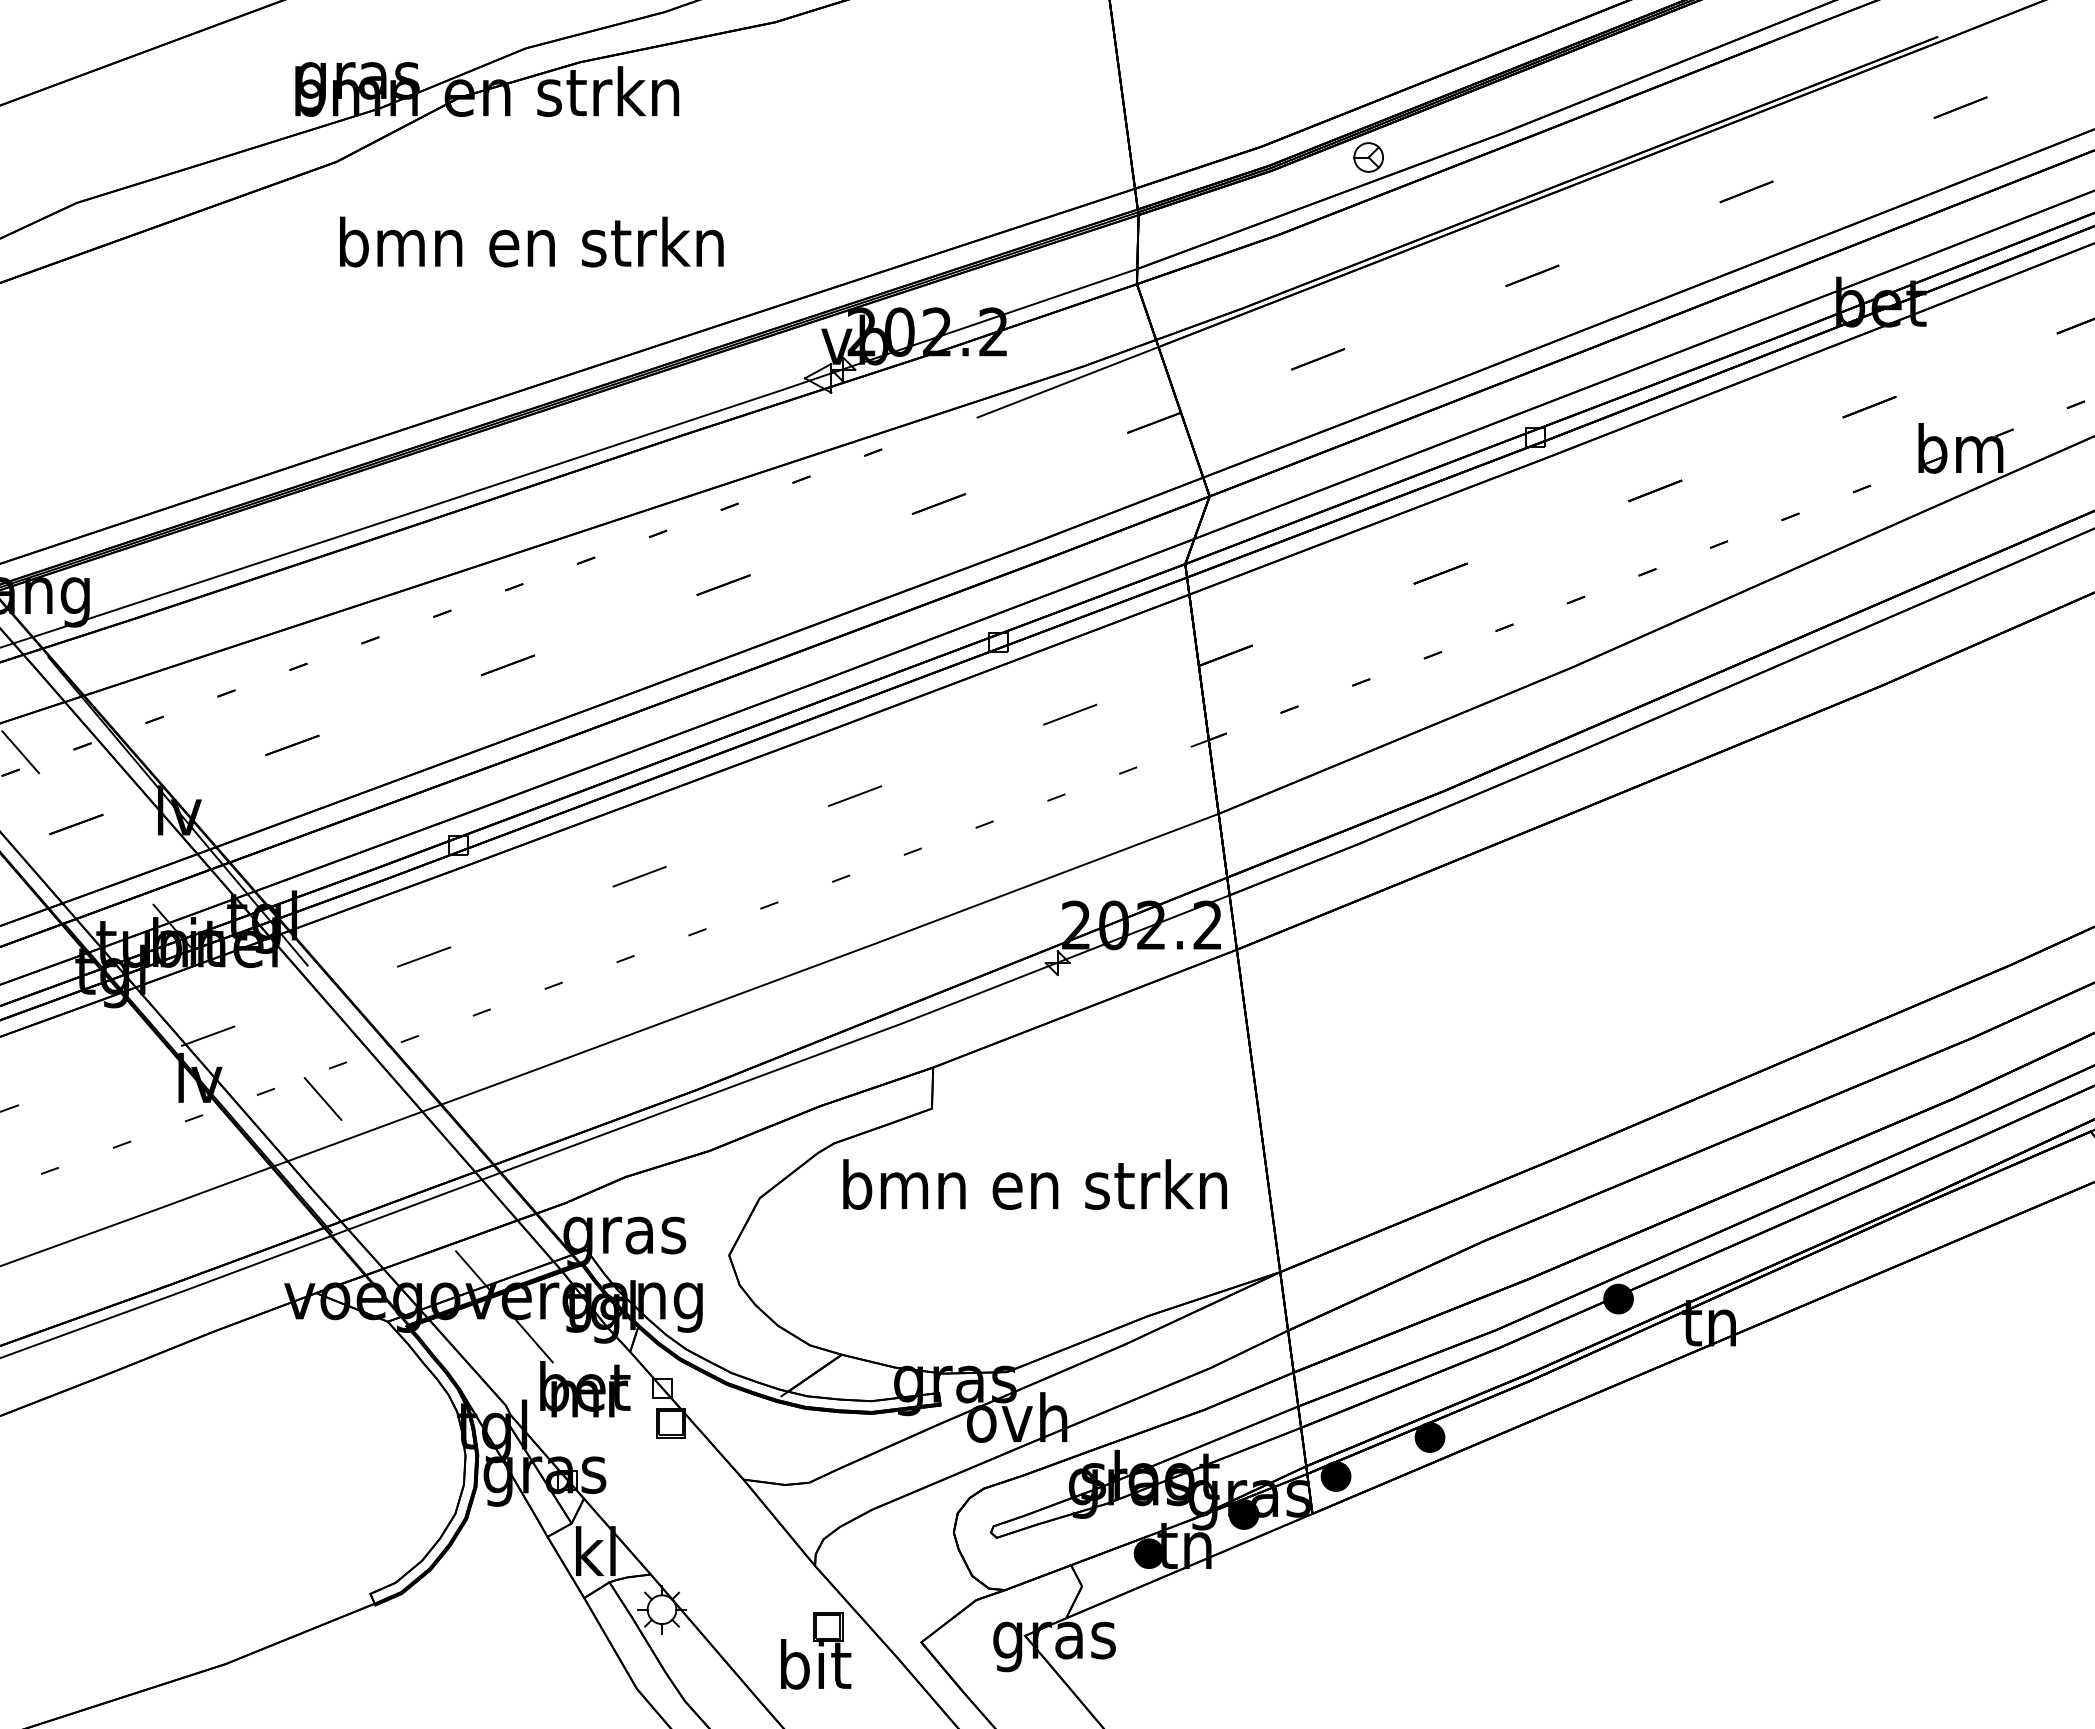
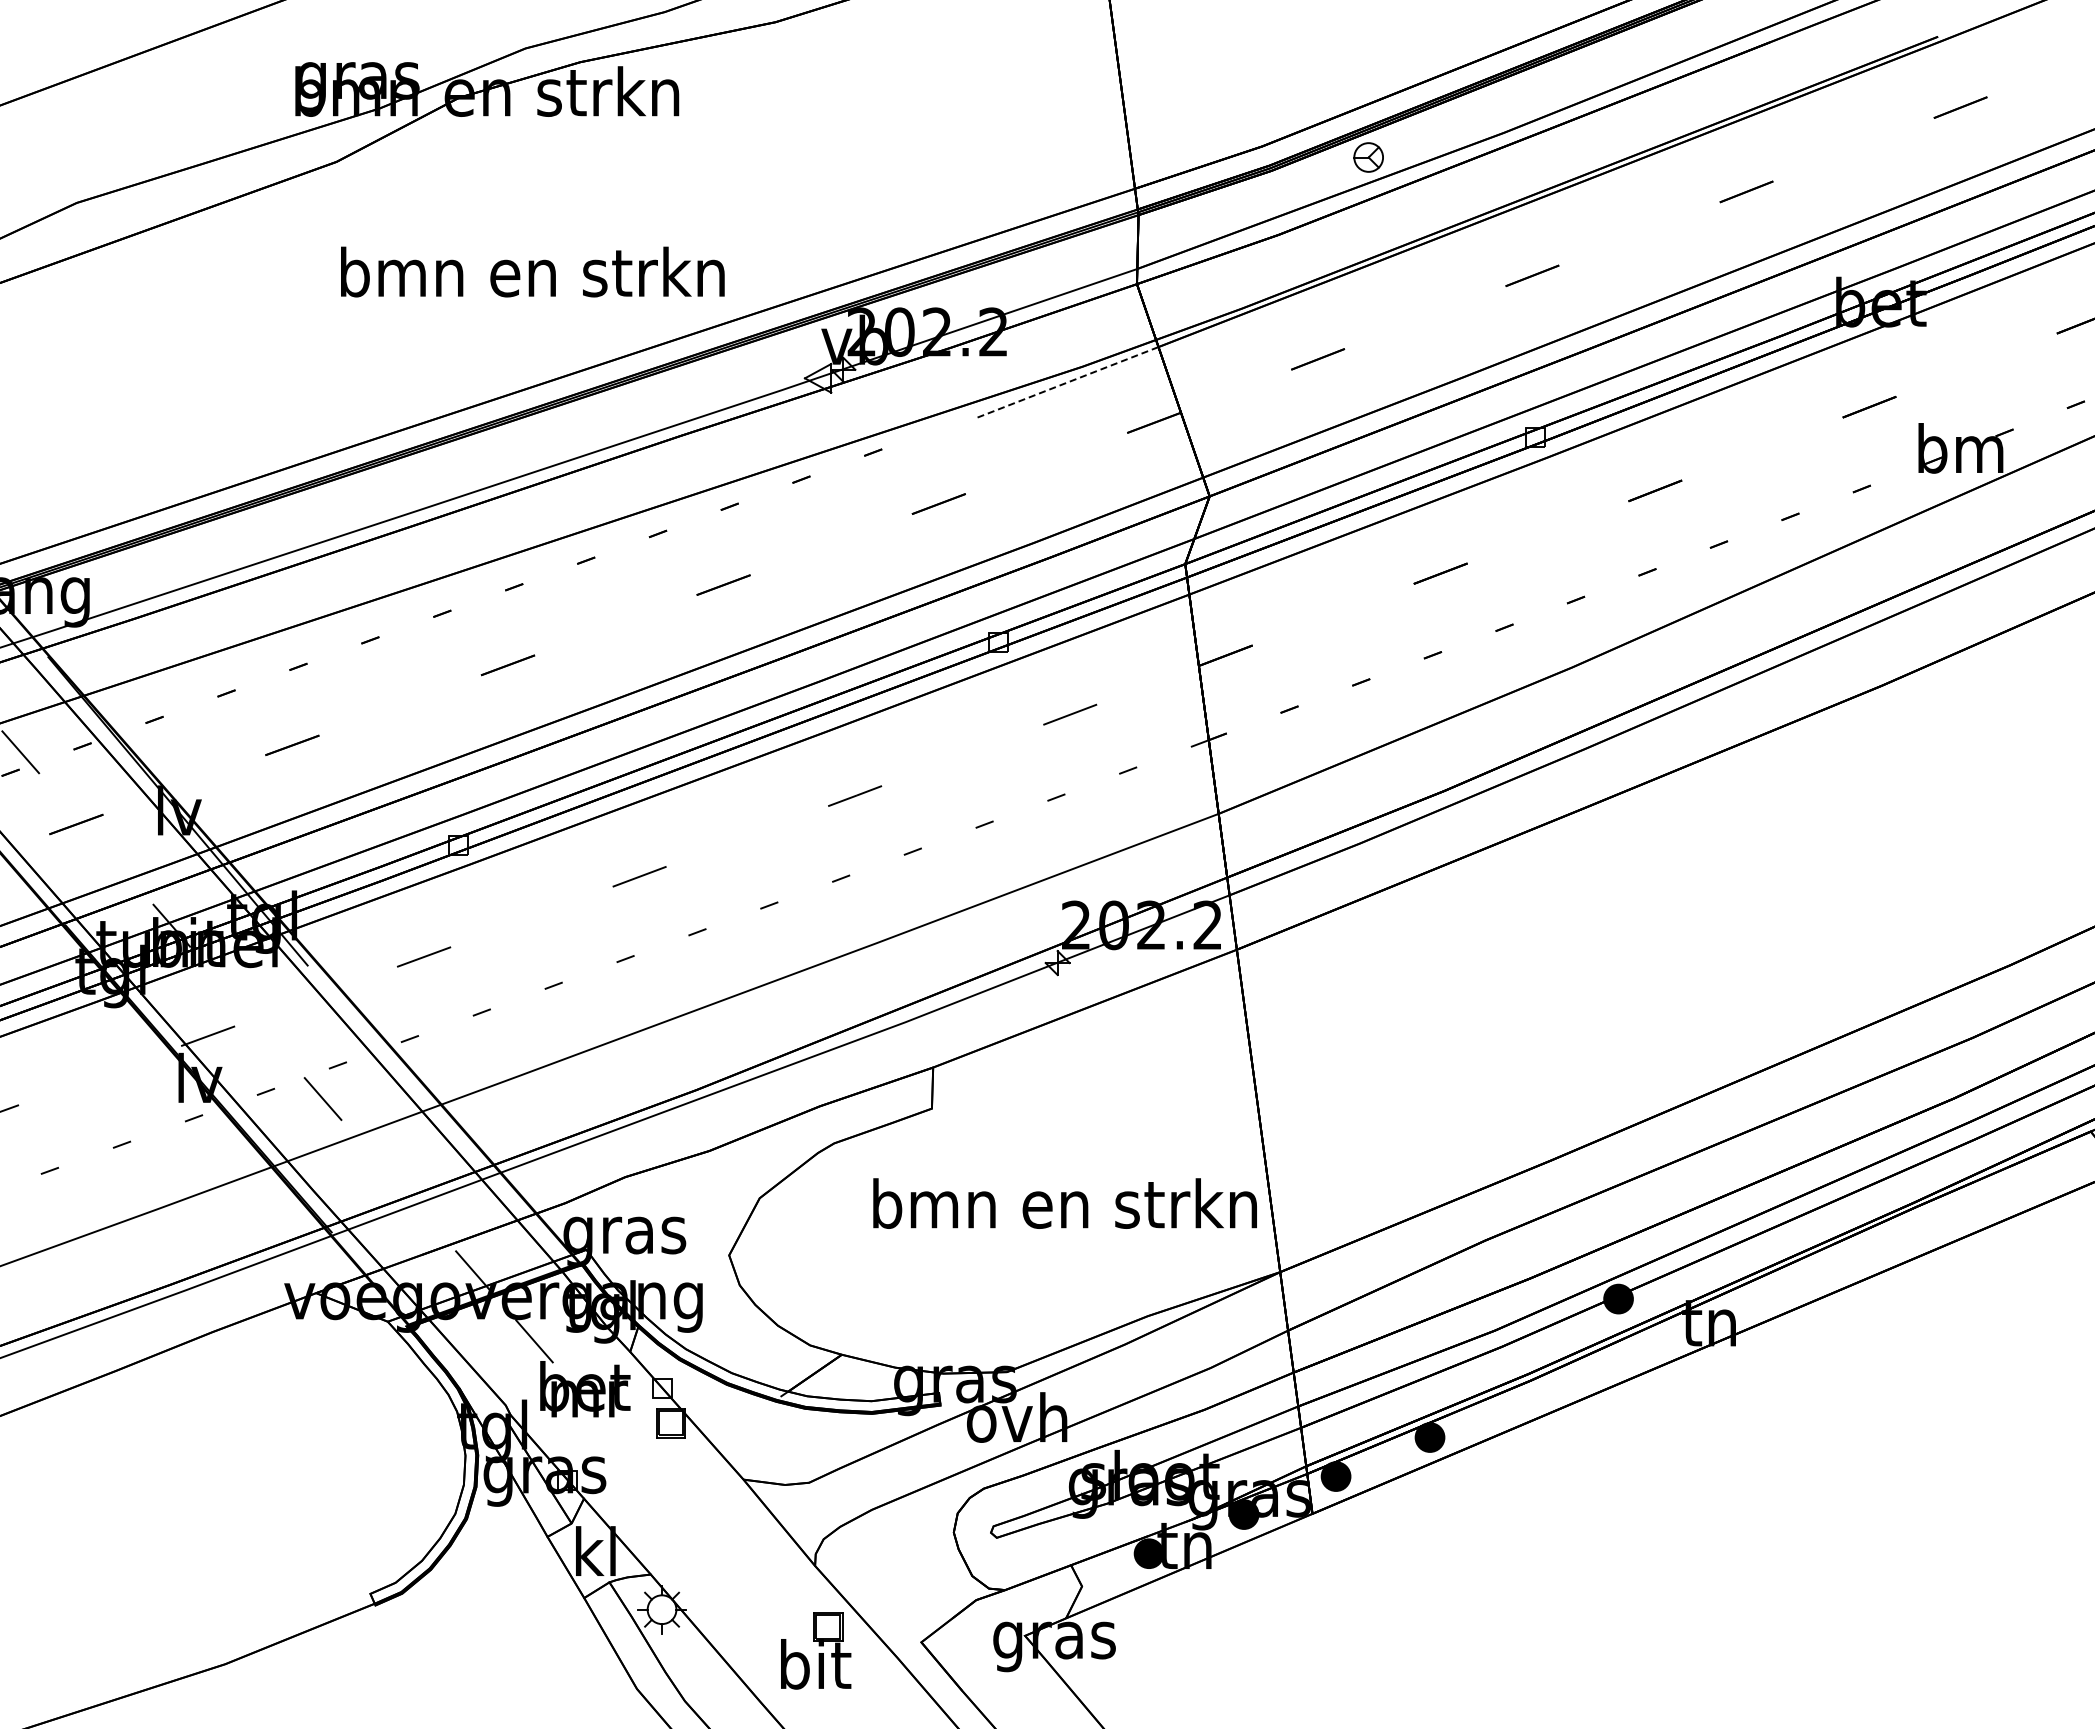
text at (531, 241) position: (531, 241) -> (532, 271)
line at (1068, 382): solid -> dashed
text at (1034, 1184) position: (1034, 1184) -> (1064, 1203)
